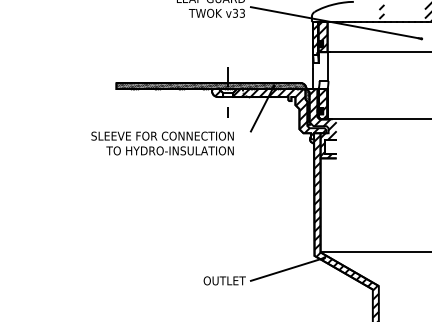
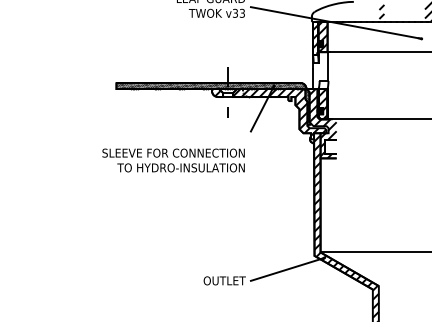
text at (162, 143) position: (162, 143) -> (173, 160)
